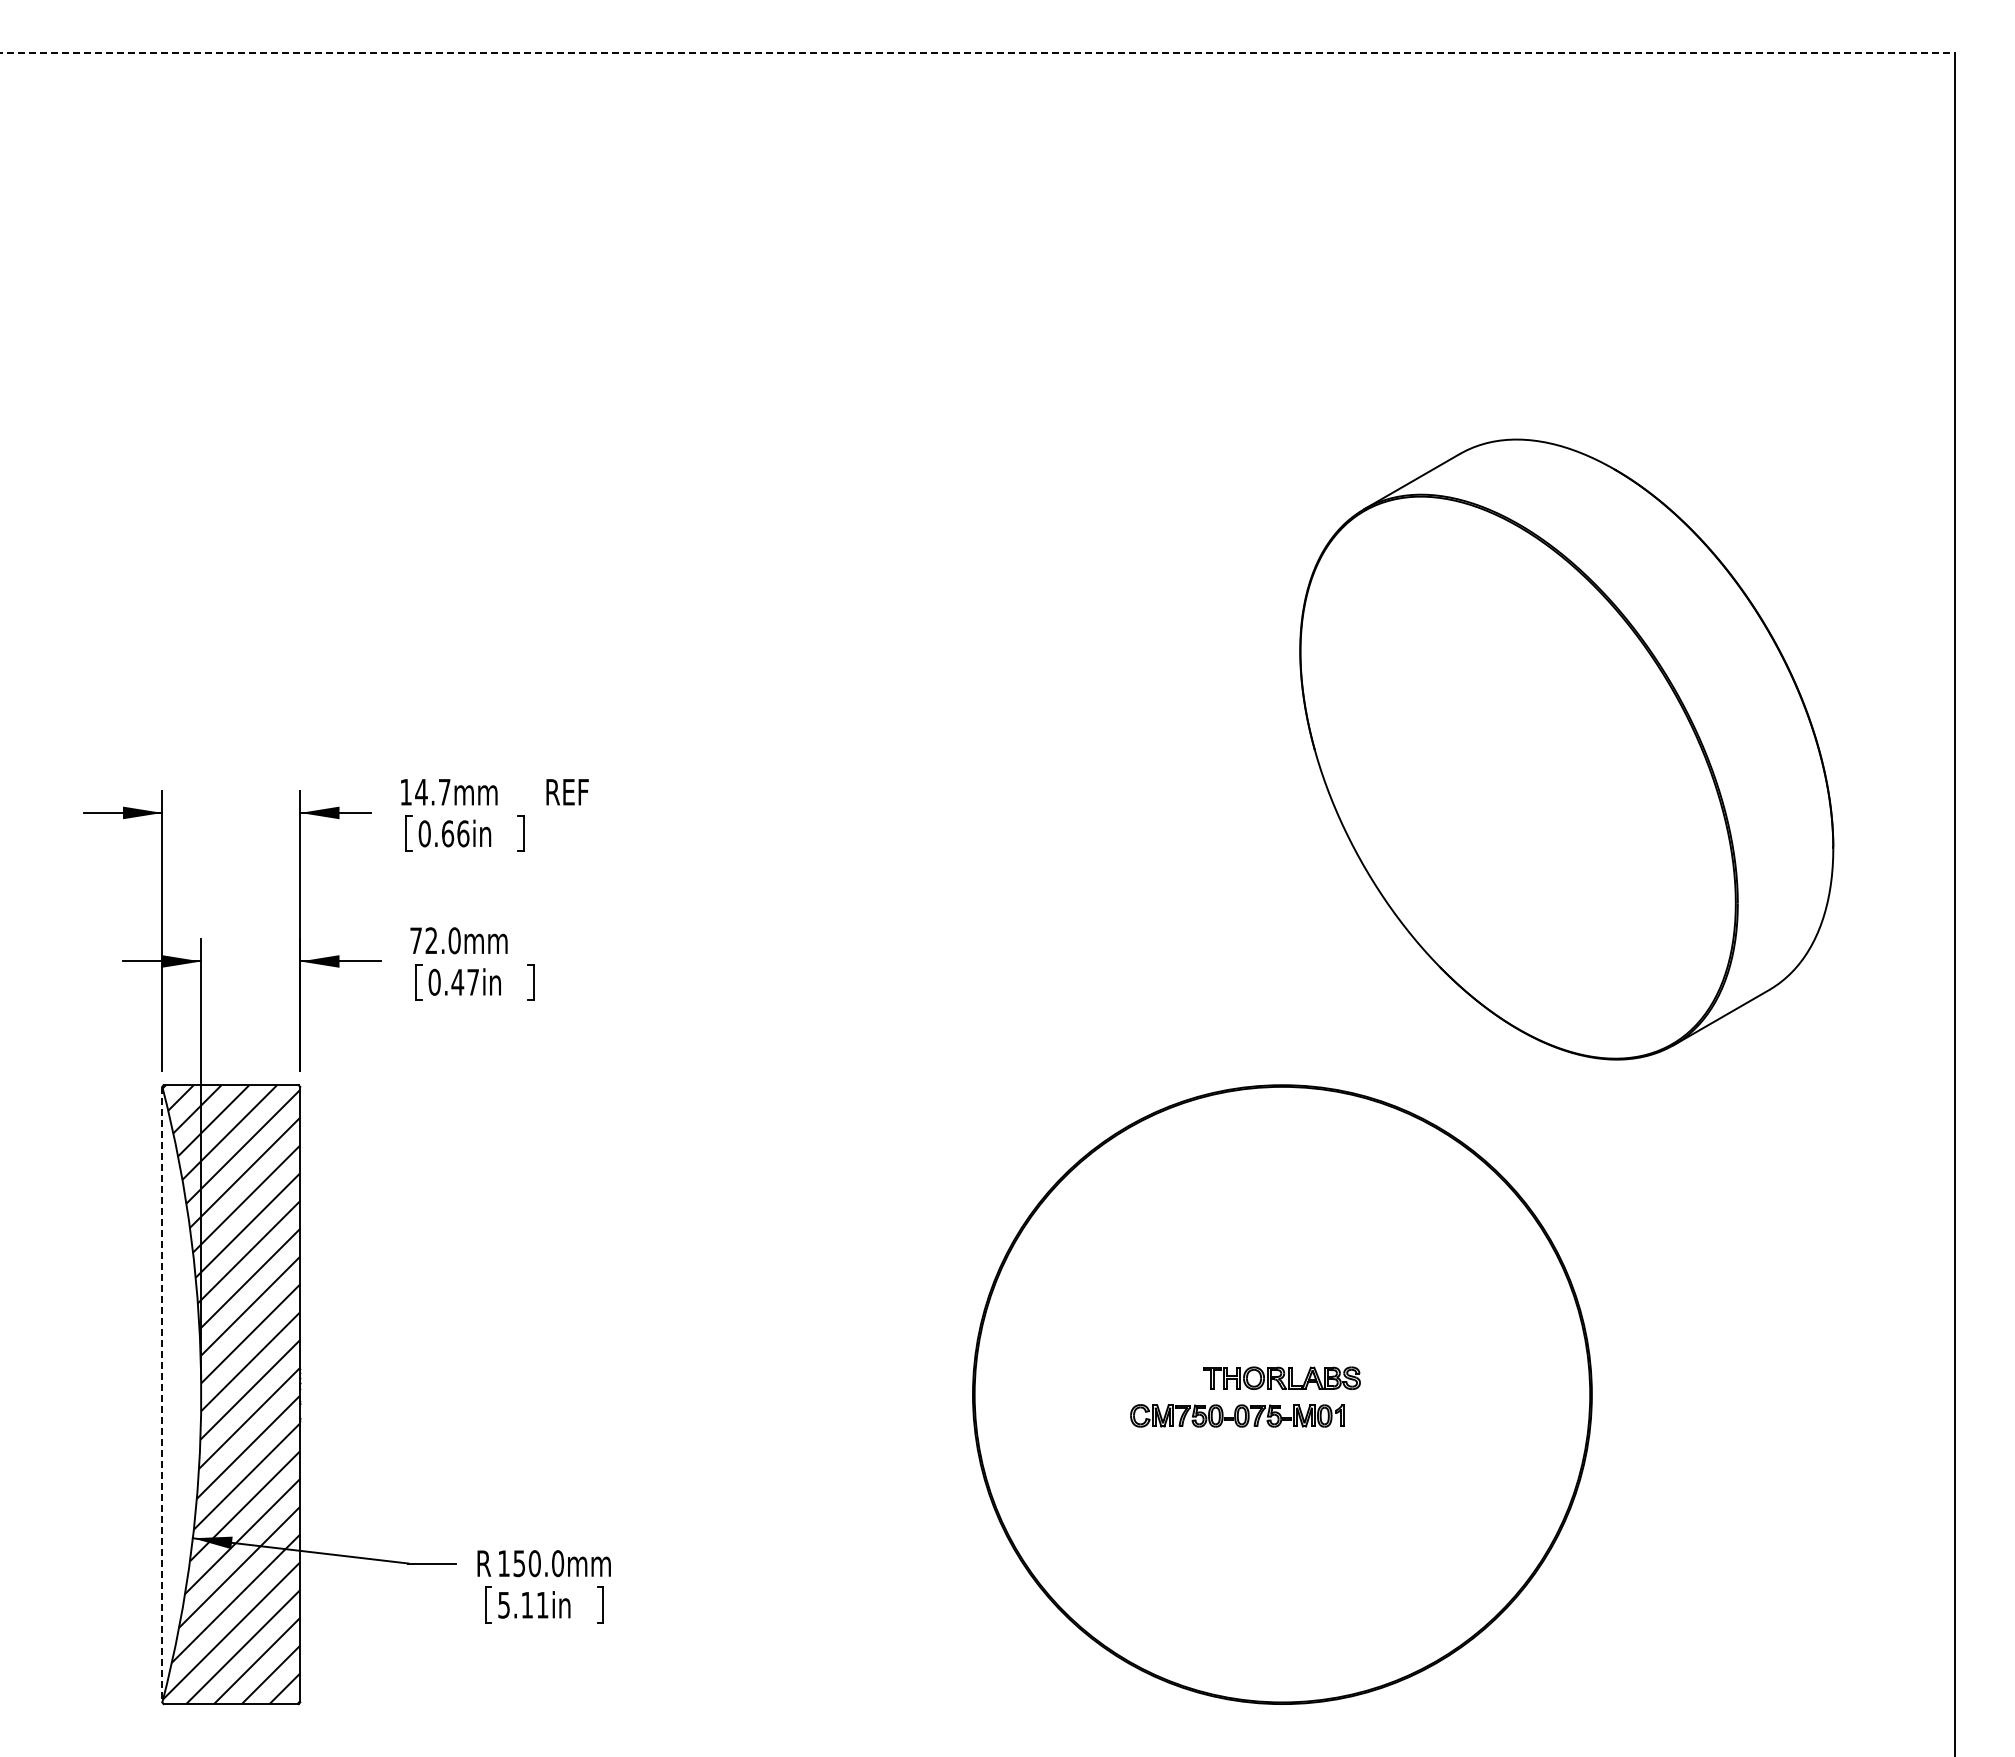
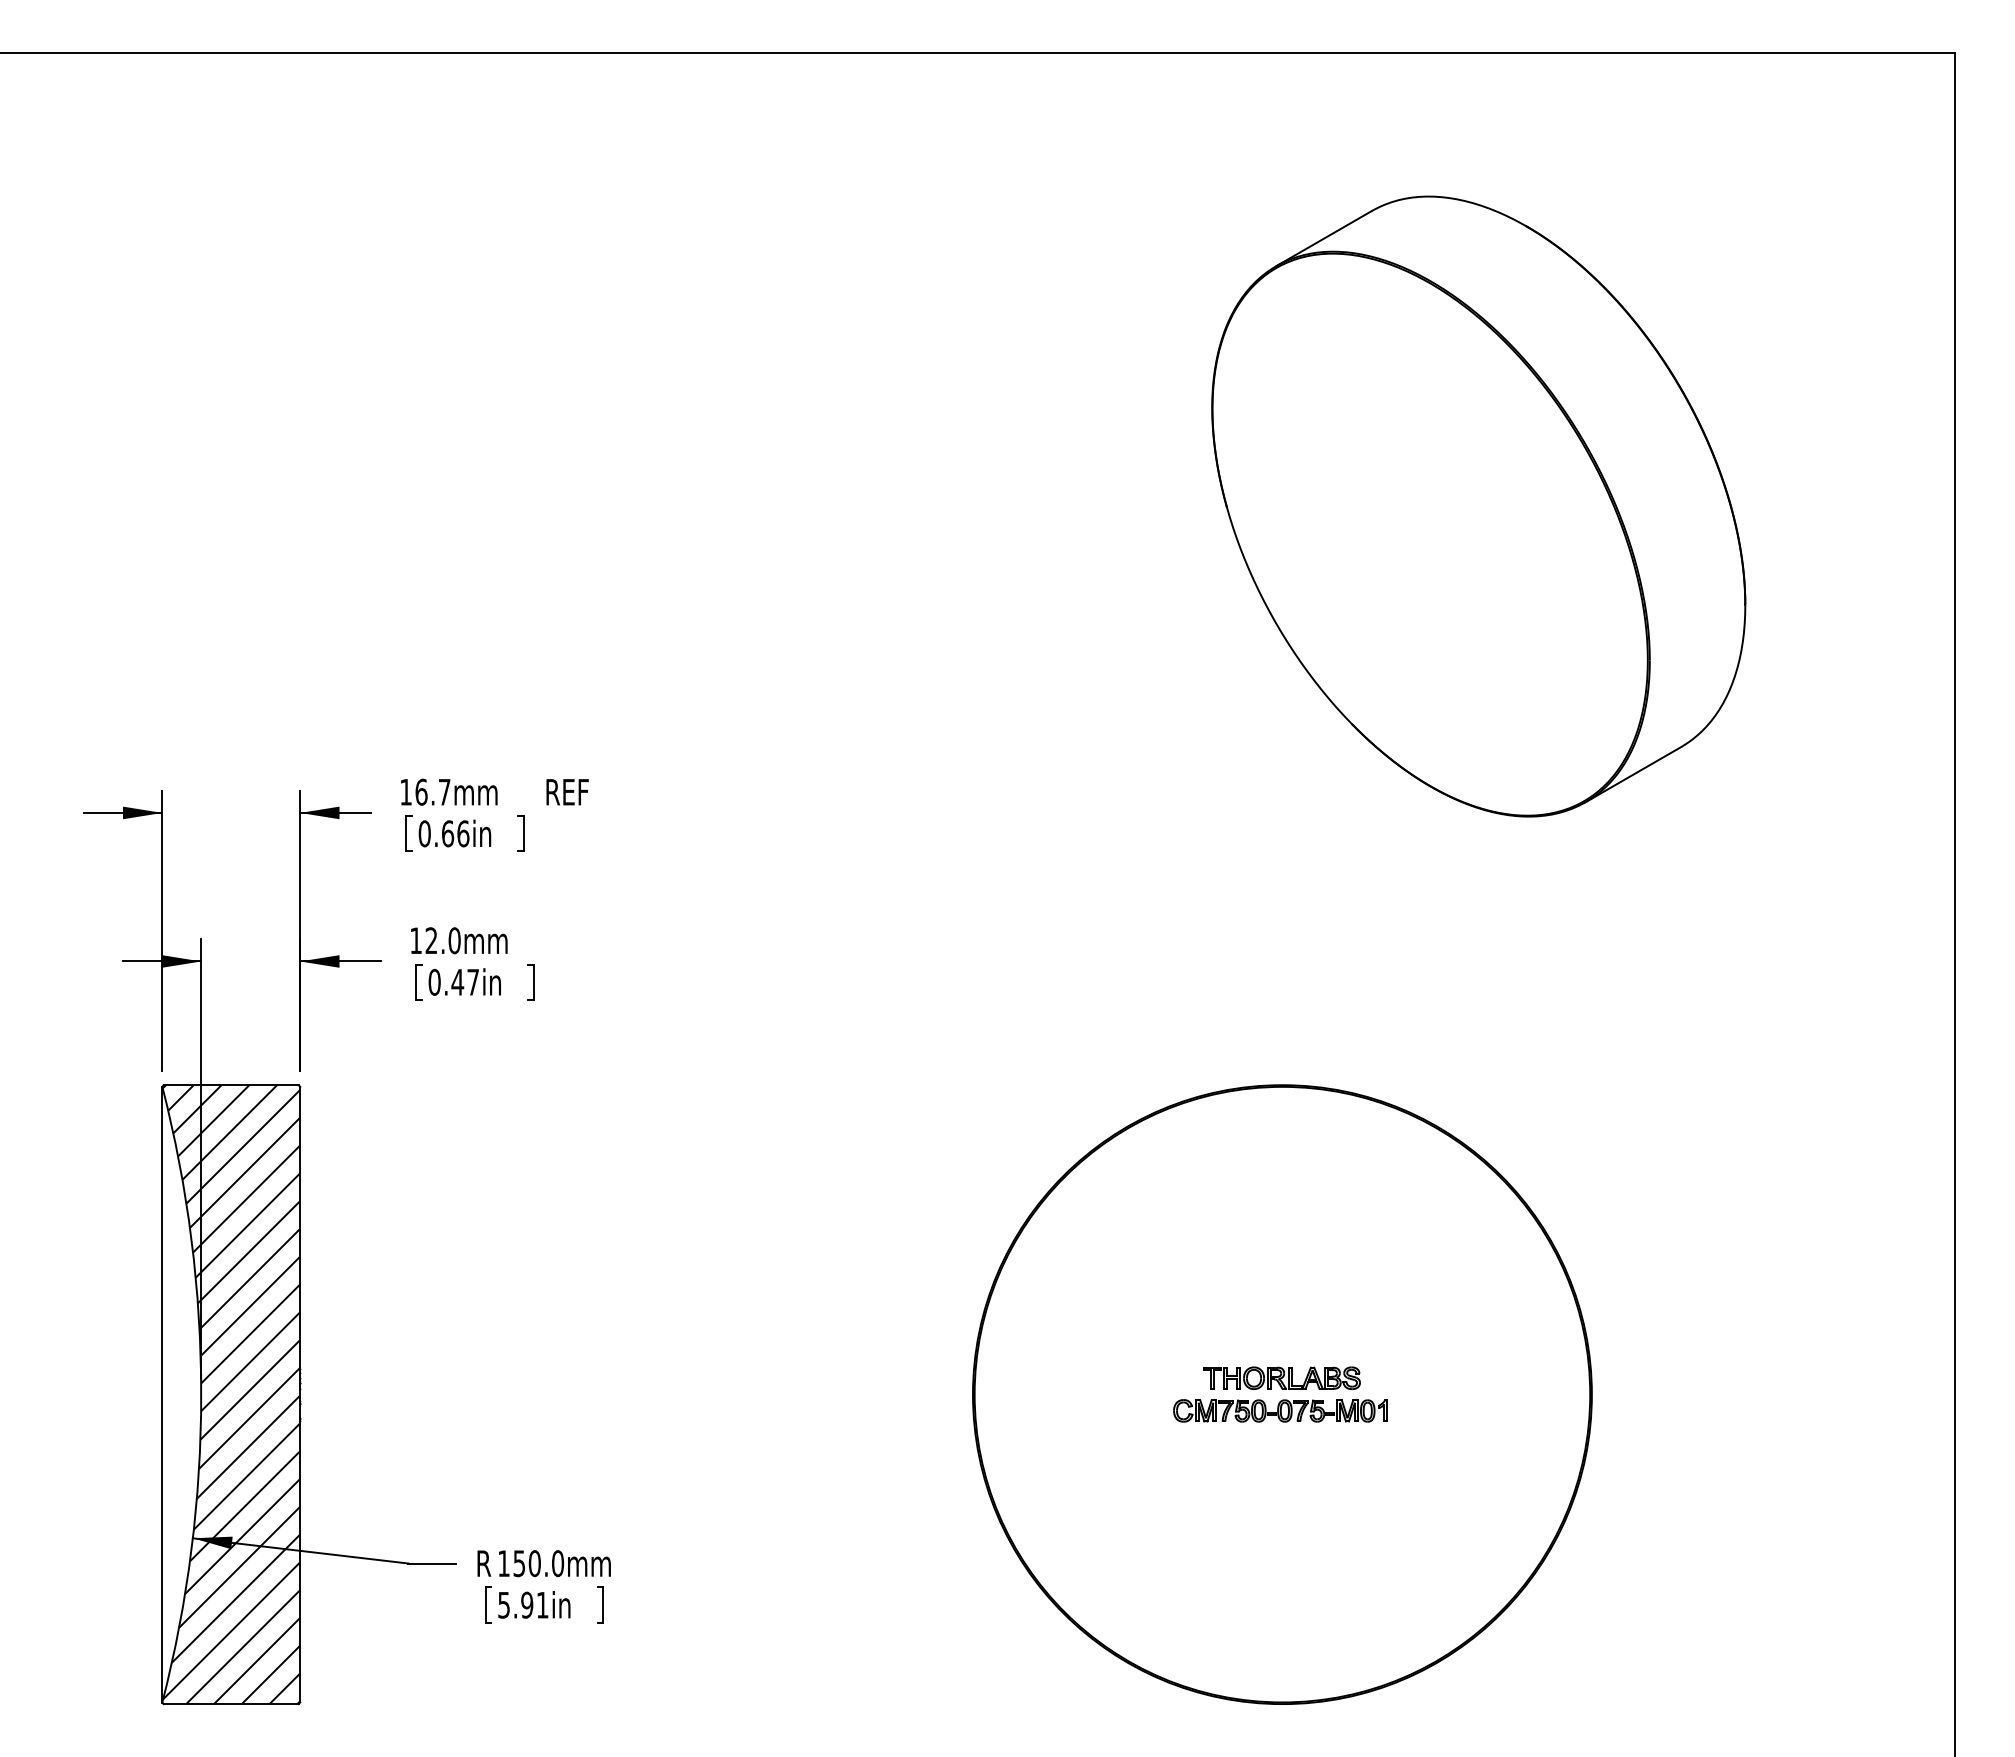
line at (977, 52): dashed -> solid
part at (1566, 749) position: (1566, 749) -> (1478, 506)
text at (421, 791): 14.7mm -> 16.7mm
text at (415, 940): 72.0mm -> 12.0mm
line at (162, 1394): dashed -> solid
part at (1237, 1415) position: (1237, 1415) -> (1280, 1410)
text at (527, 1604): 5.11in -> 5.91in
